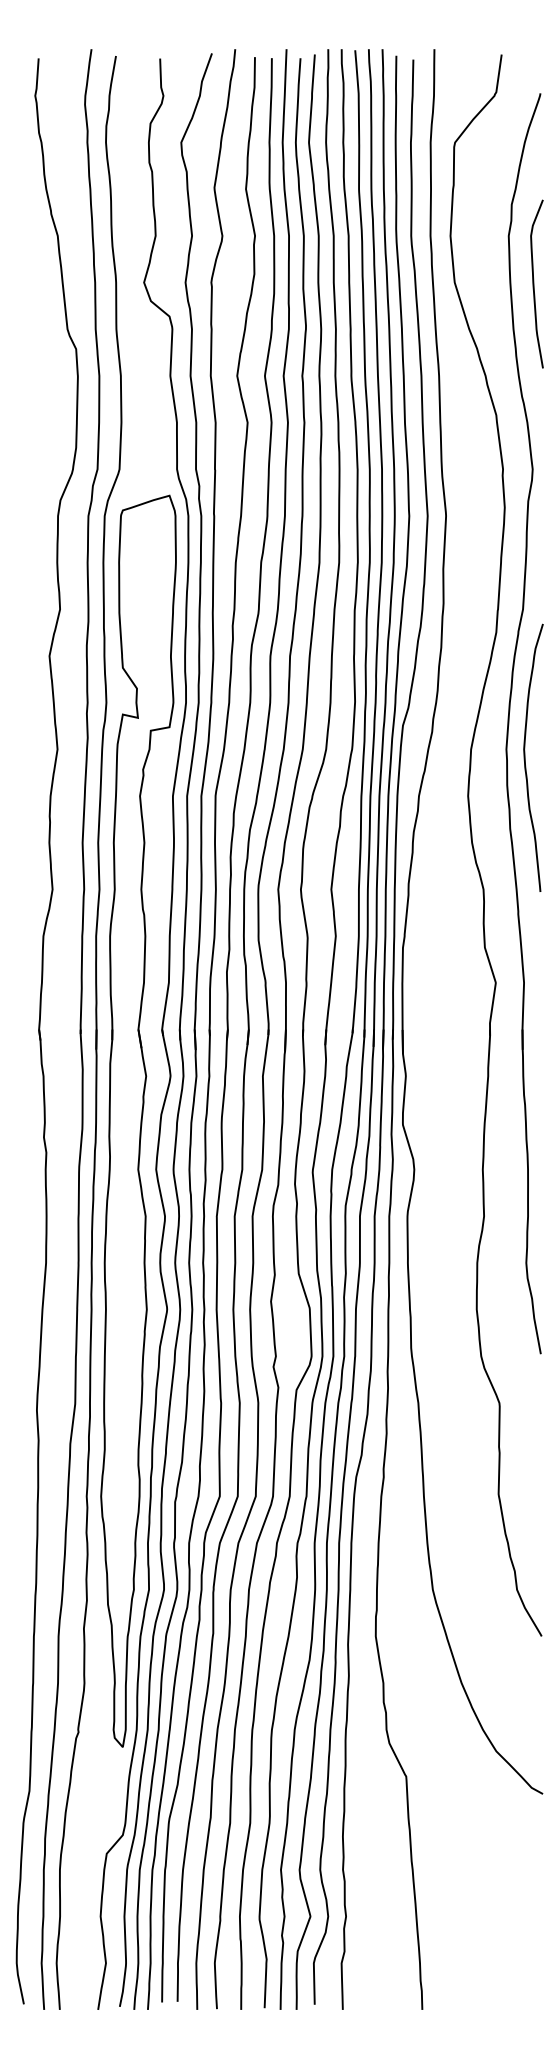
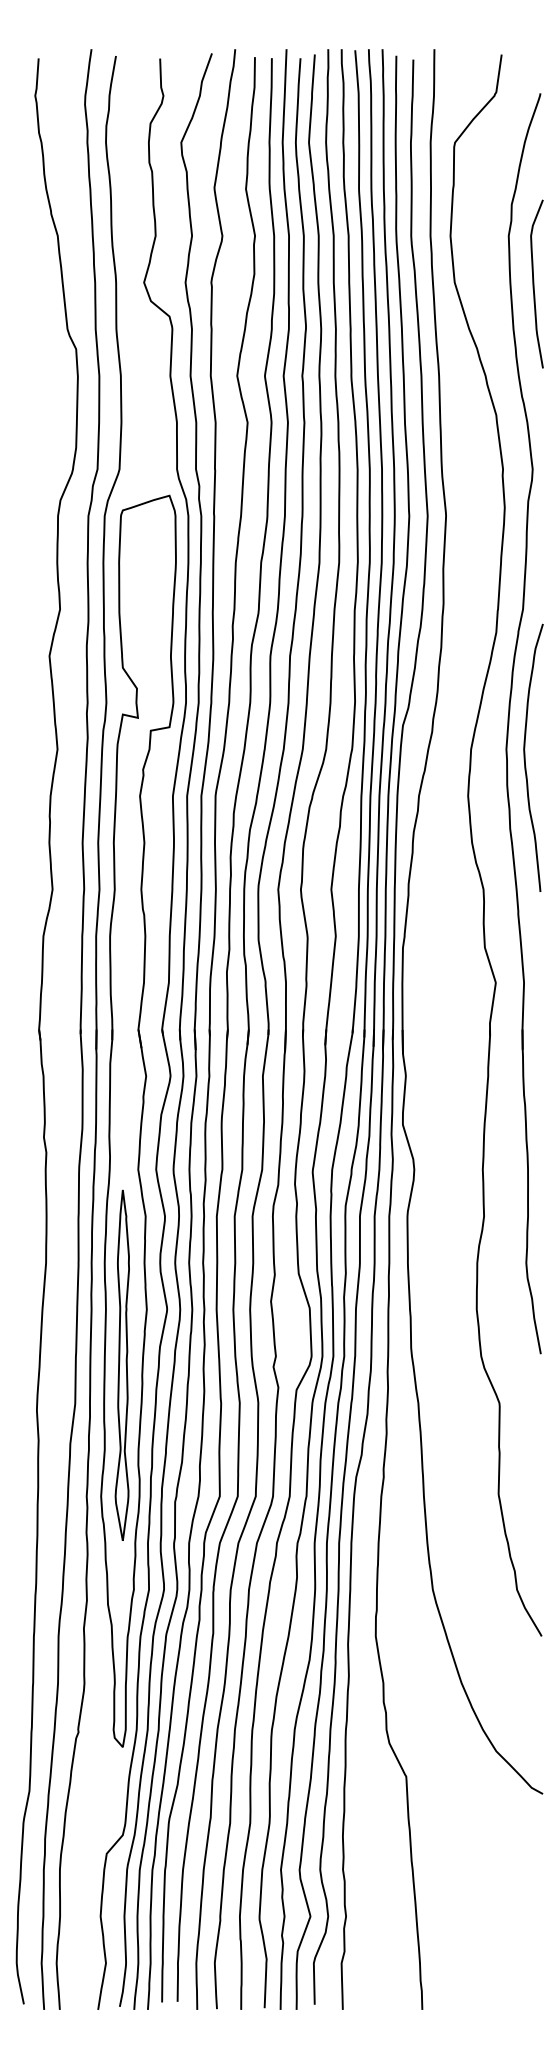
part at (121, 1364): none -> present
